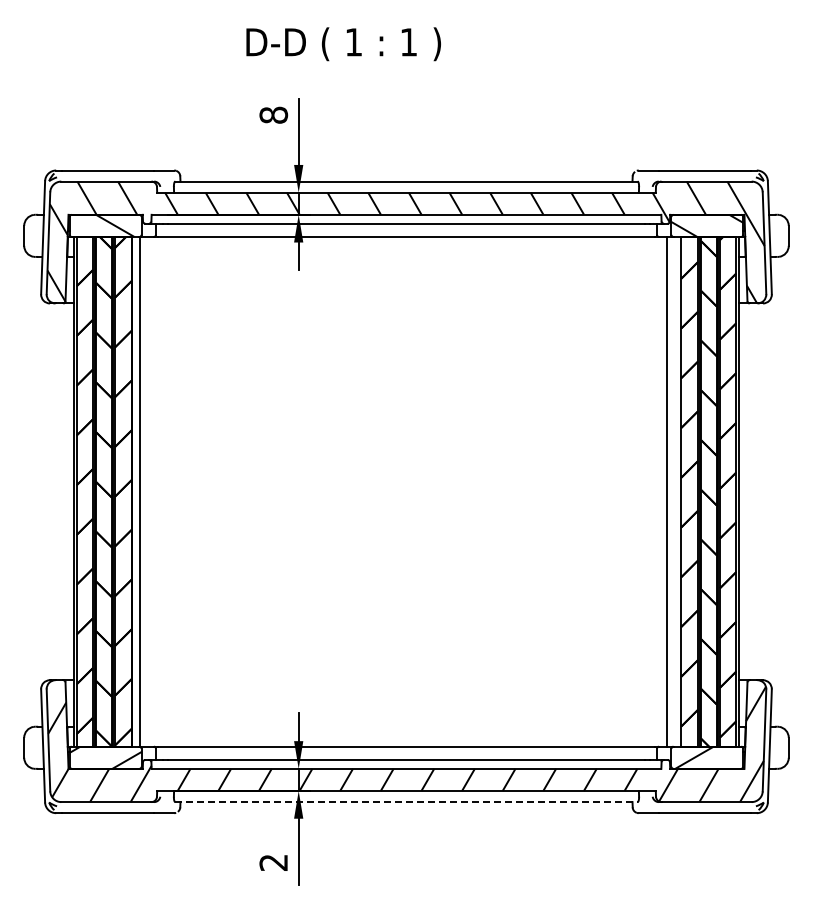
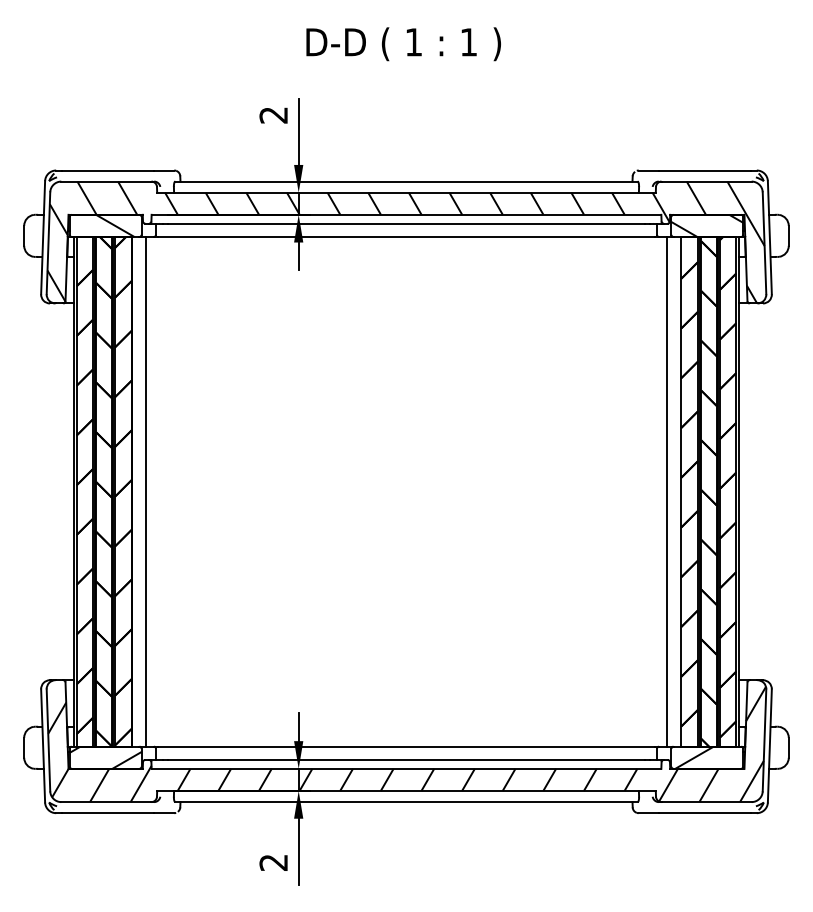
text at (343, 44) position: (343, 44) -> (403, 44)
text at (273, 114): 8 -> 2
line at (140, 491) position: (140, 491) -> (146, 491)
line at (406, 802): dashed -> solid
